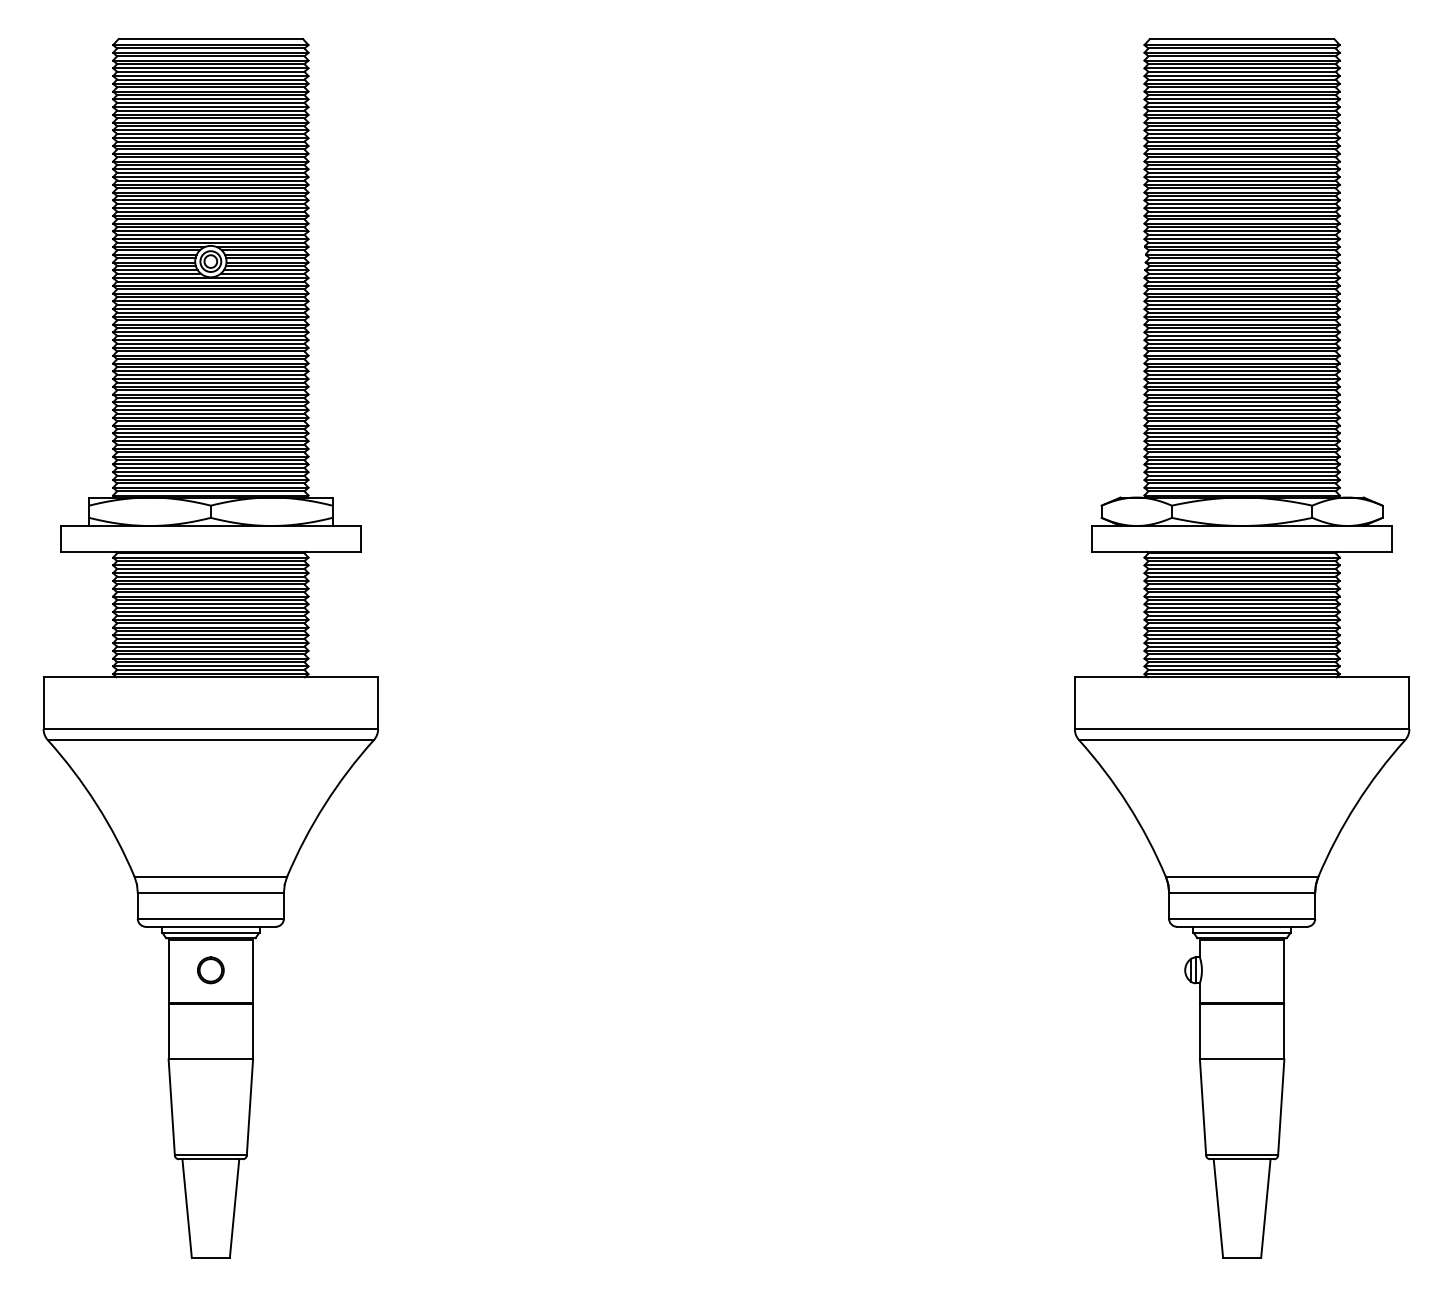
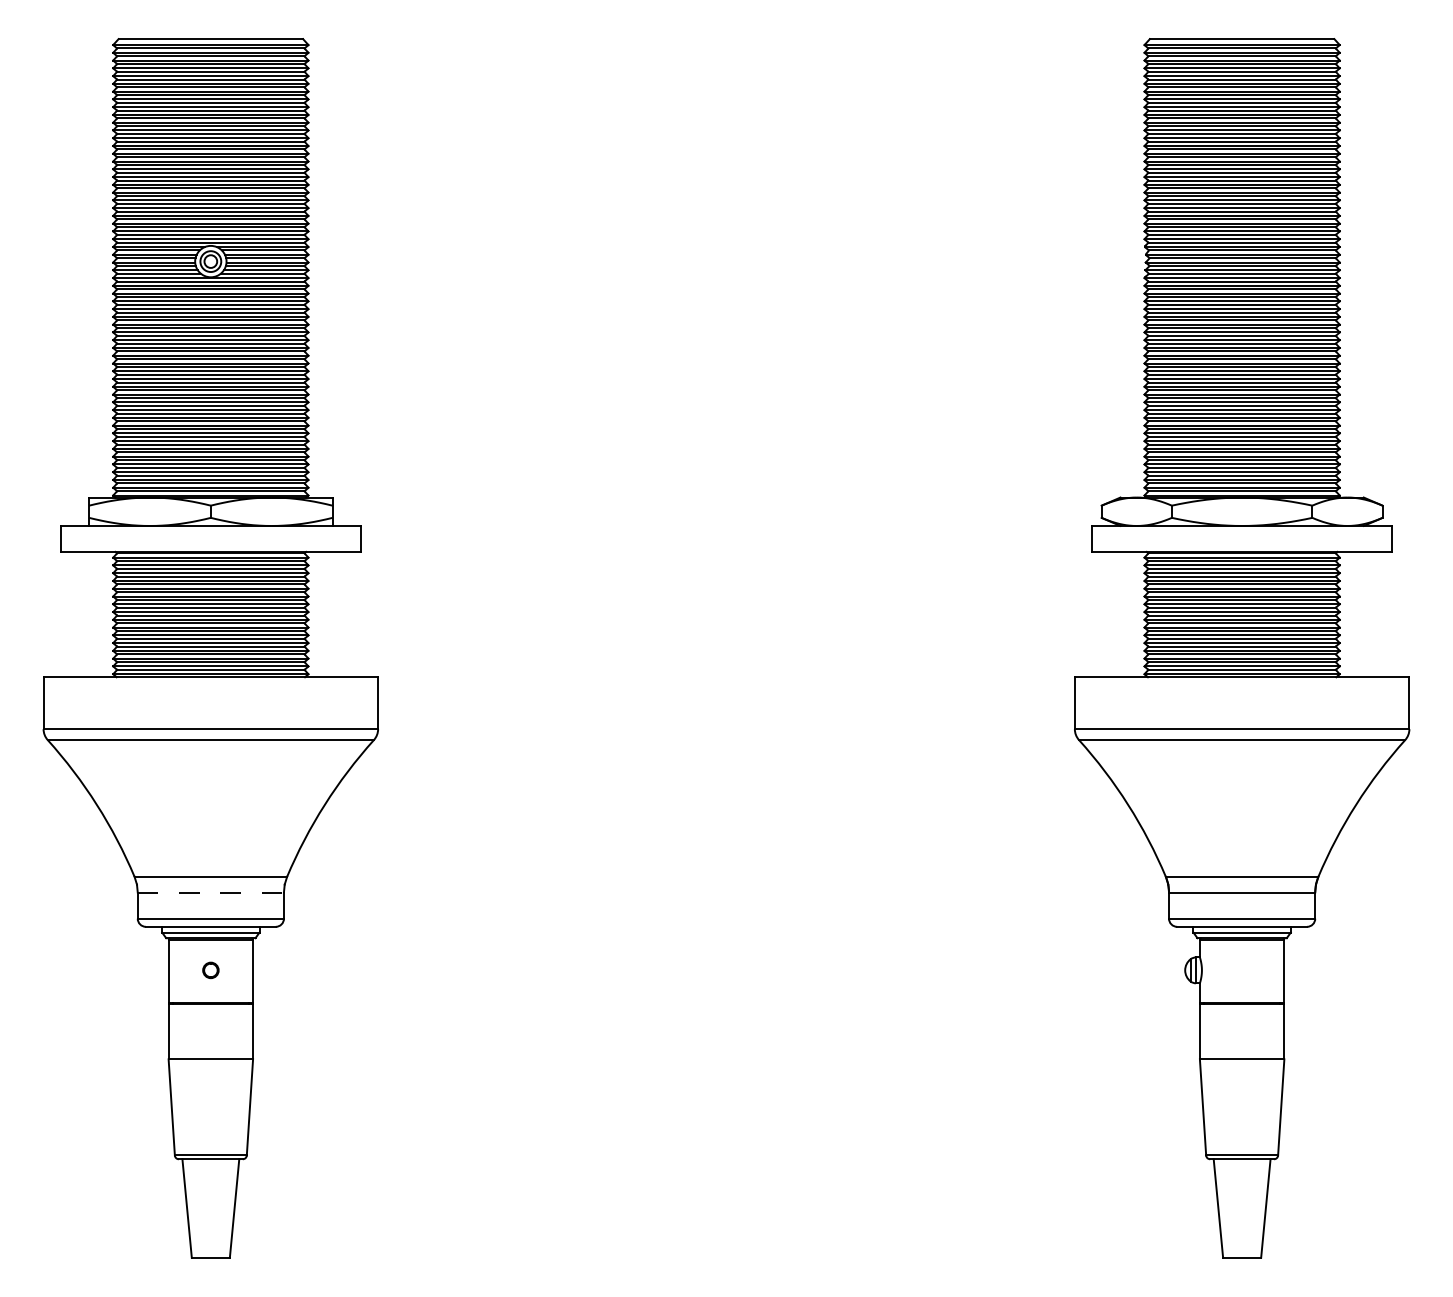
line at (211, 892): solid -> dashed
part at (210, 970) size: 28x29 px -> 18x19 px
